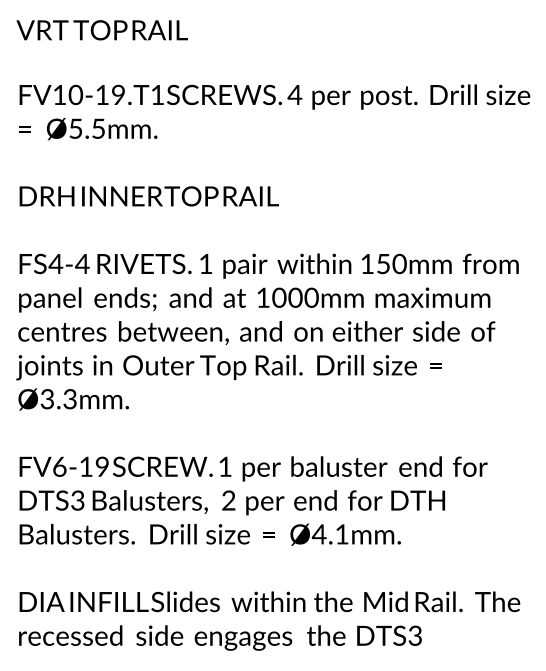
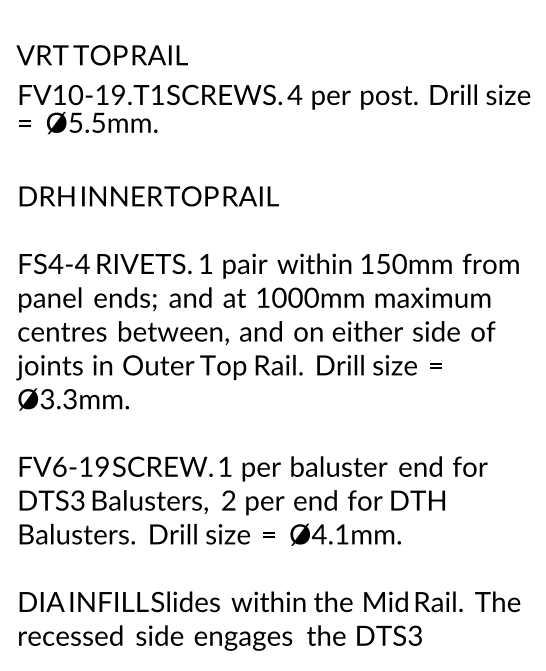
text at (101, 30) position: (101, 30) -> (101, 55)
text at (88, 129) position: (88, 129) -> (88, 123)
